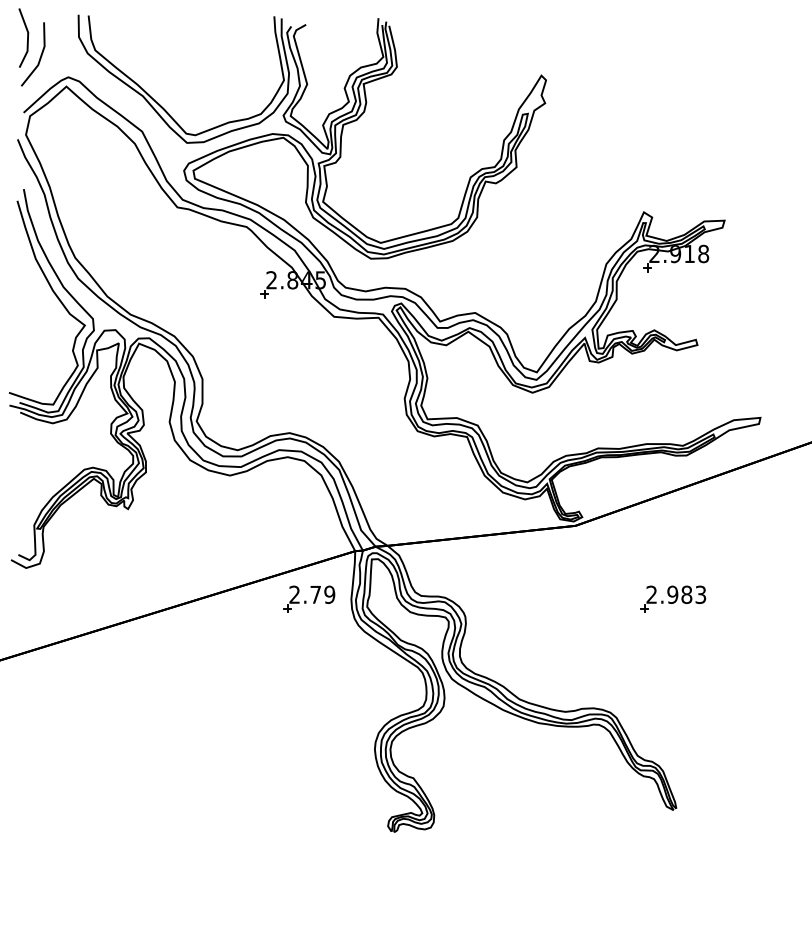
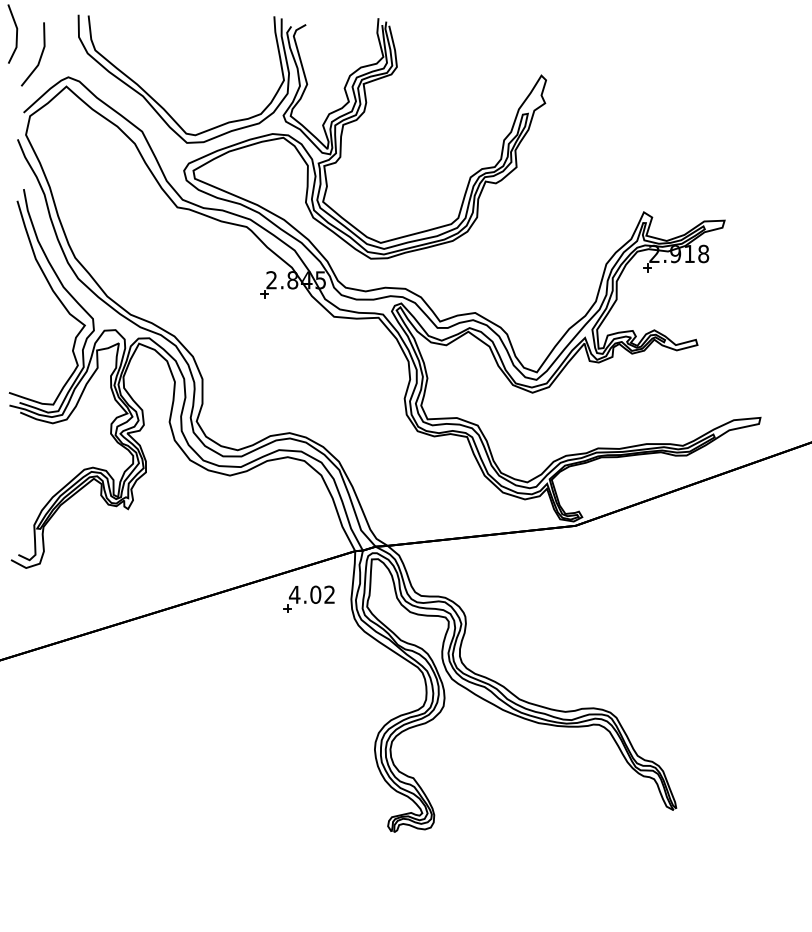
line at (27, 37) position: (27, 37) -> (16, 33)
text at (311, 594): 2.79 -> 4.02
part at (673, 598): present -> none
